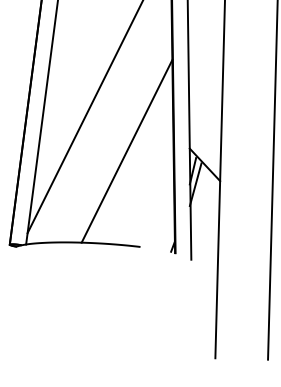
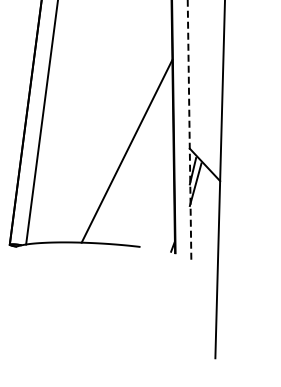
line at (84, 117): present -> none
line at (189, 129): solid -> dashed
line at (272, 180): present -> none
